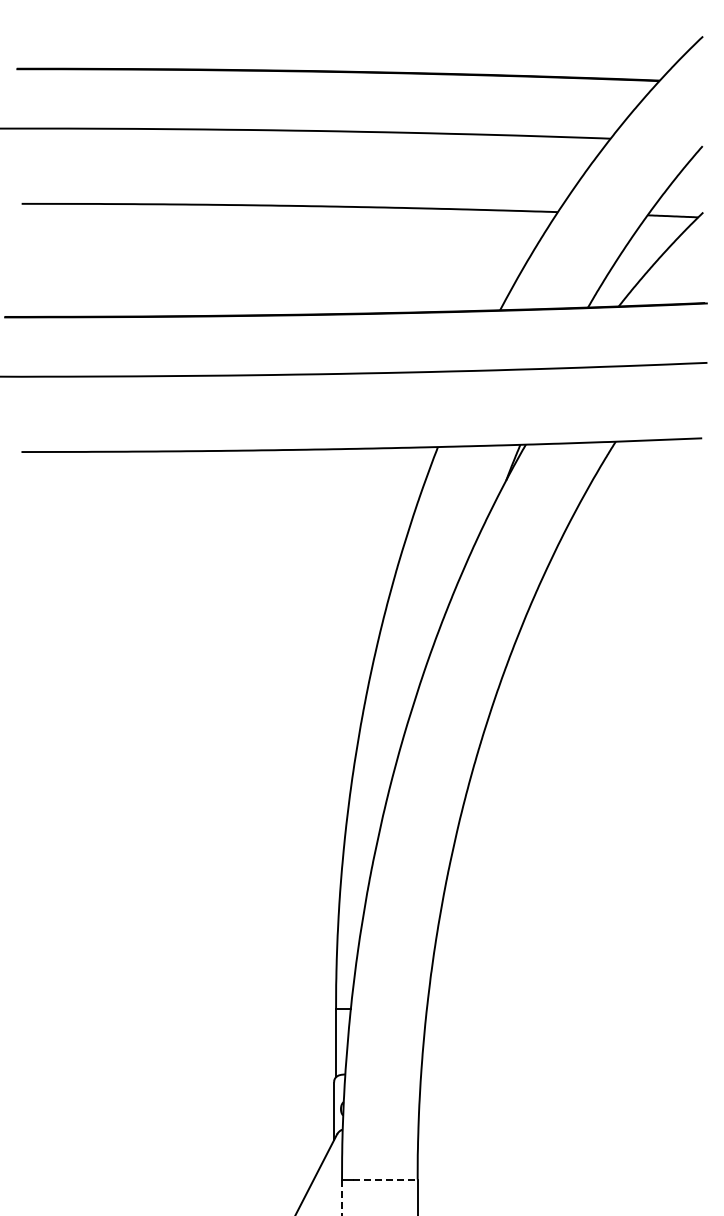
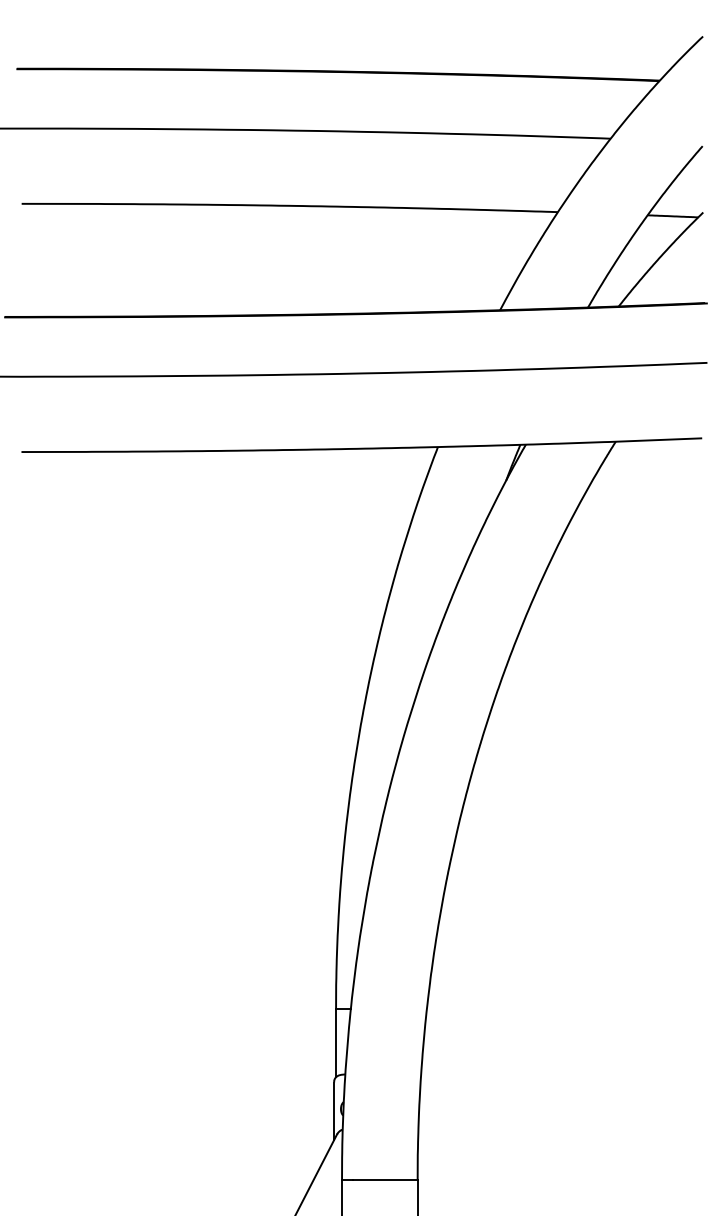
line at (385, 1179): dashed -> solid
line at (342, 1197): dashed -> solid
